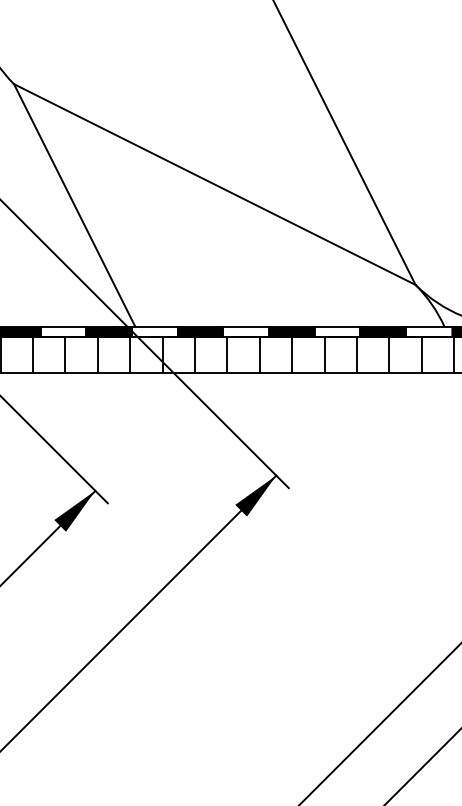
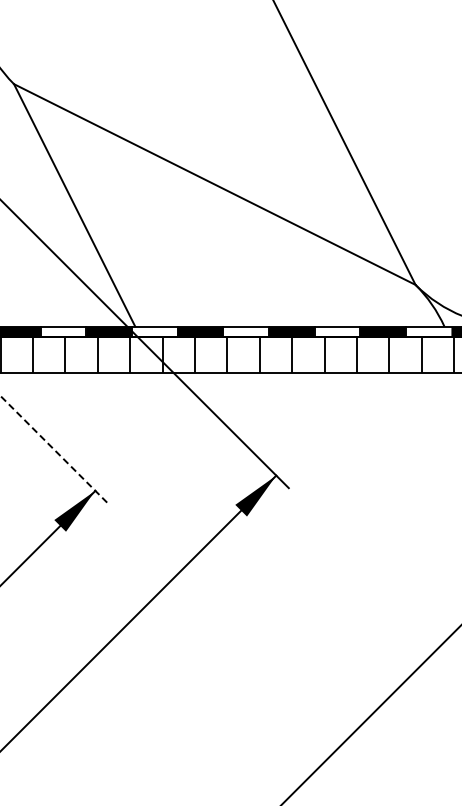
line at (54, 449): solid -> dashed
line at (379, 723) position: (379, 723) -> (371, 714)
line at (422, 766): present -> none
